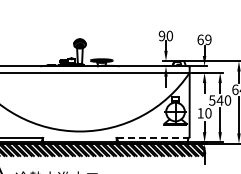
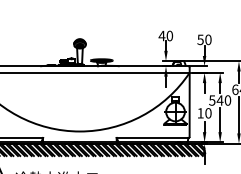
text at (161, 35): 90 -> 40
text at (204, 39): 69 -> 50
line at (152, 137): dashed -> solid
